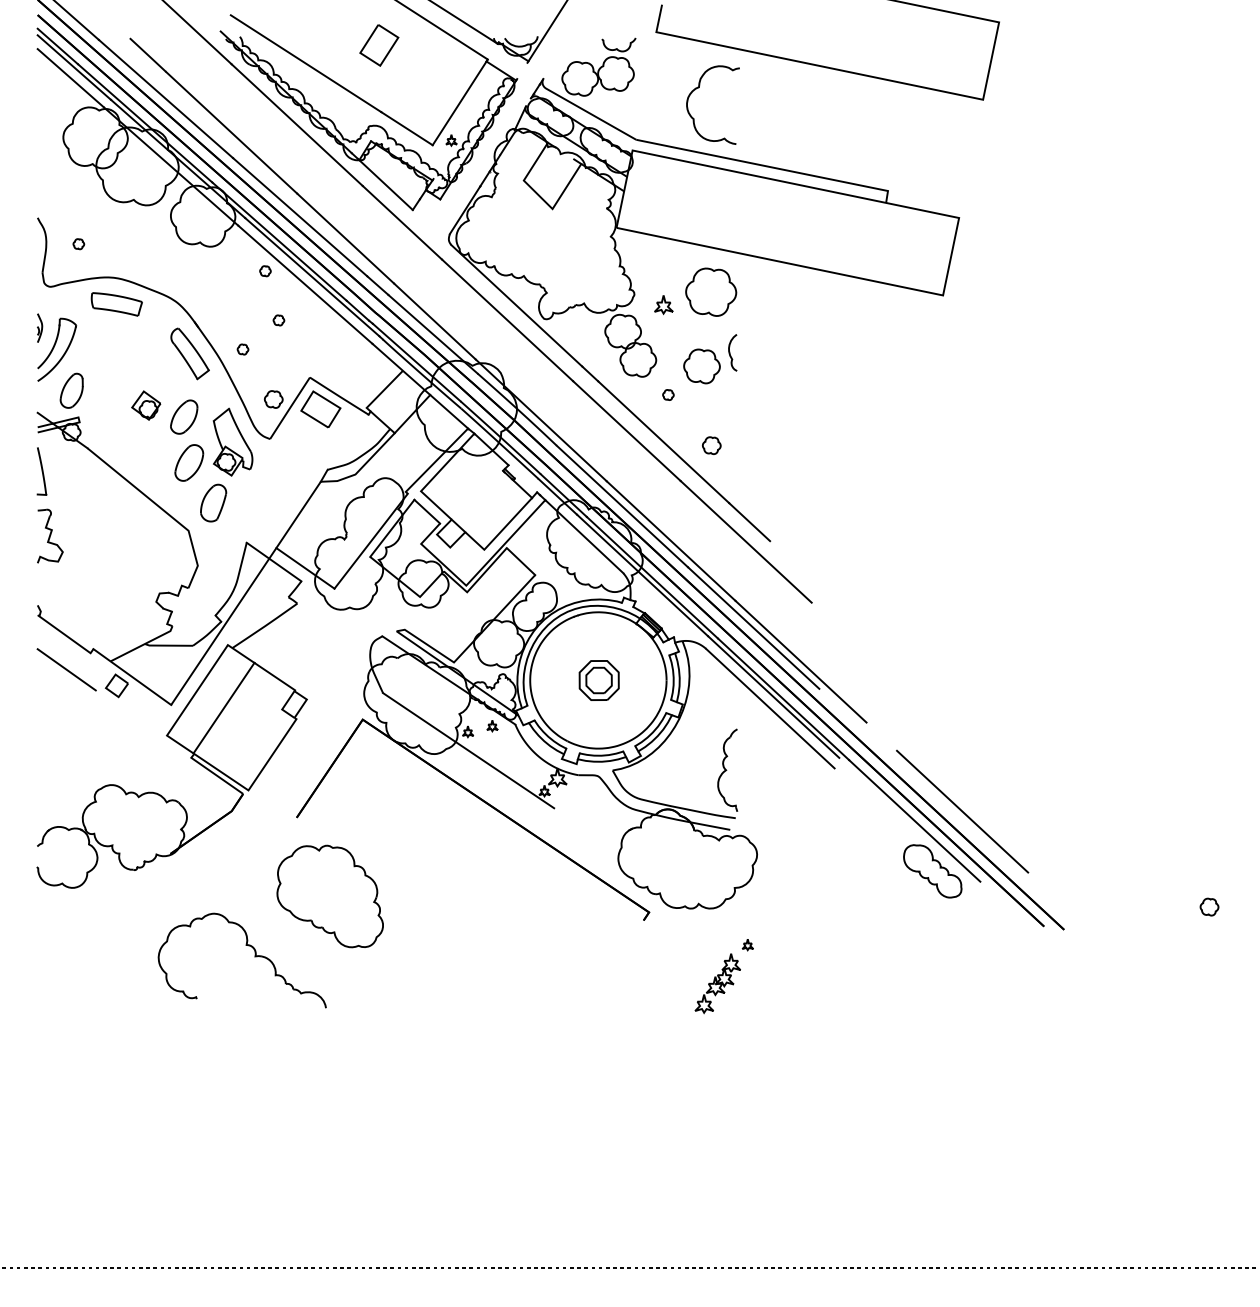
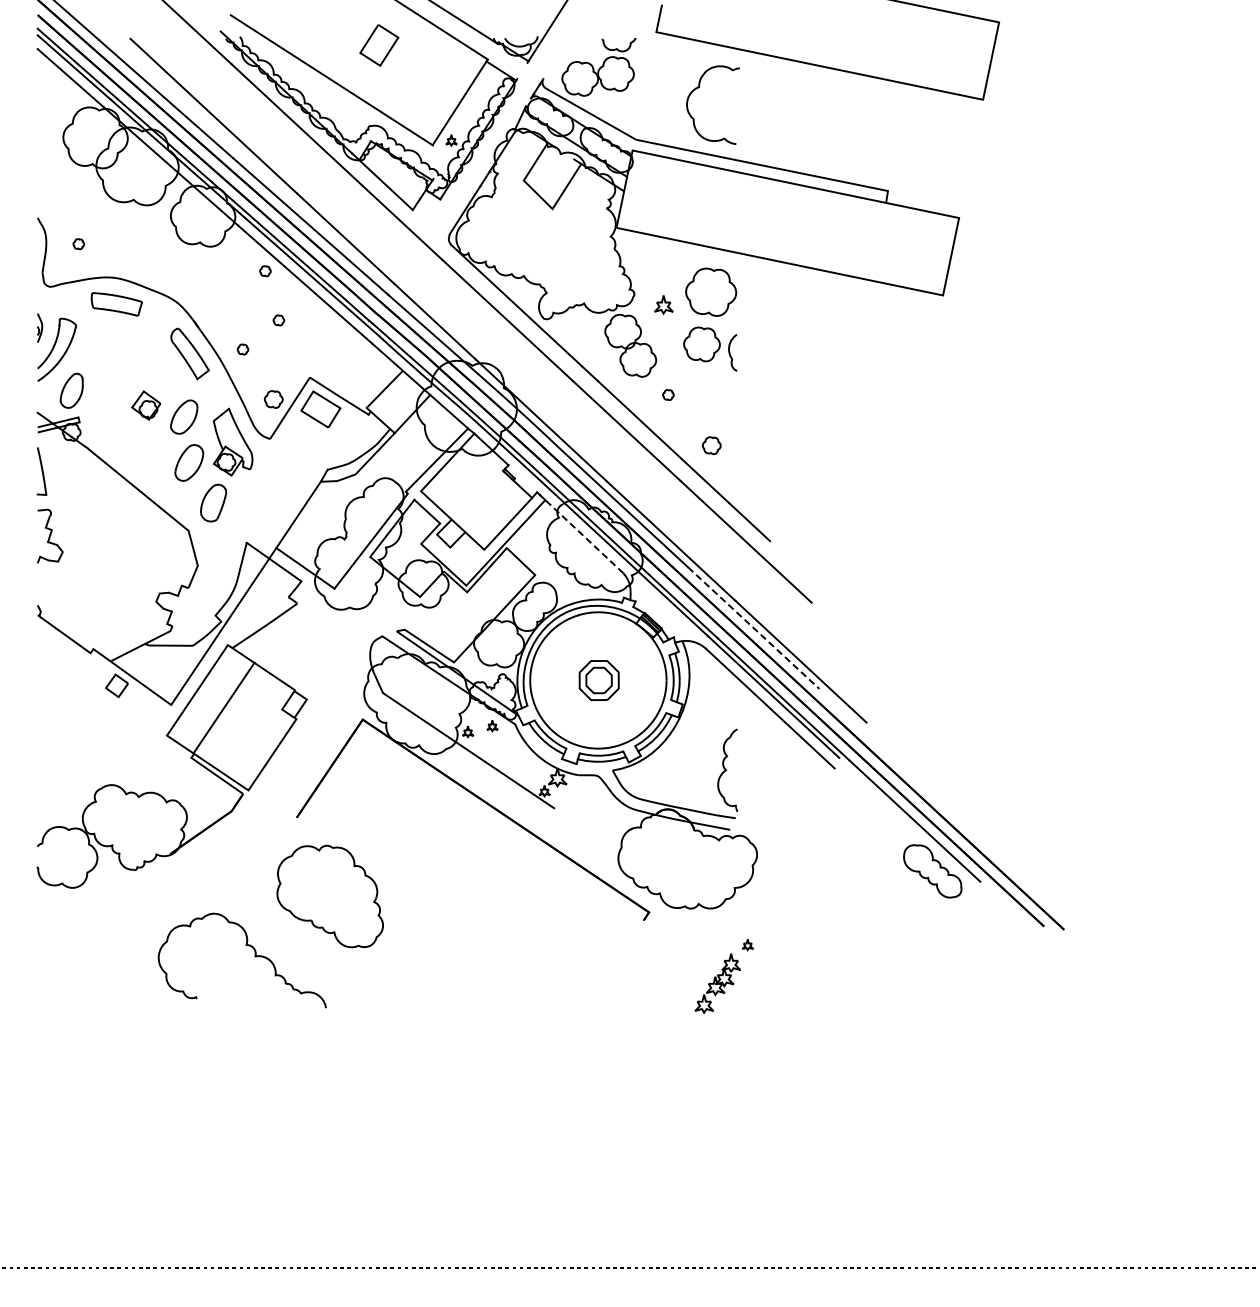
part at (701, 366) position: (701, 366) -> (701, 344)
line at (583, 536): solid -> dashed
line at (754, 628): solid -> dashed
line at (66, 669): present -> none
line at (962, 811): present -> none
part at (1209, 906): present -> none
